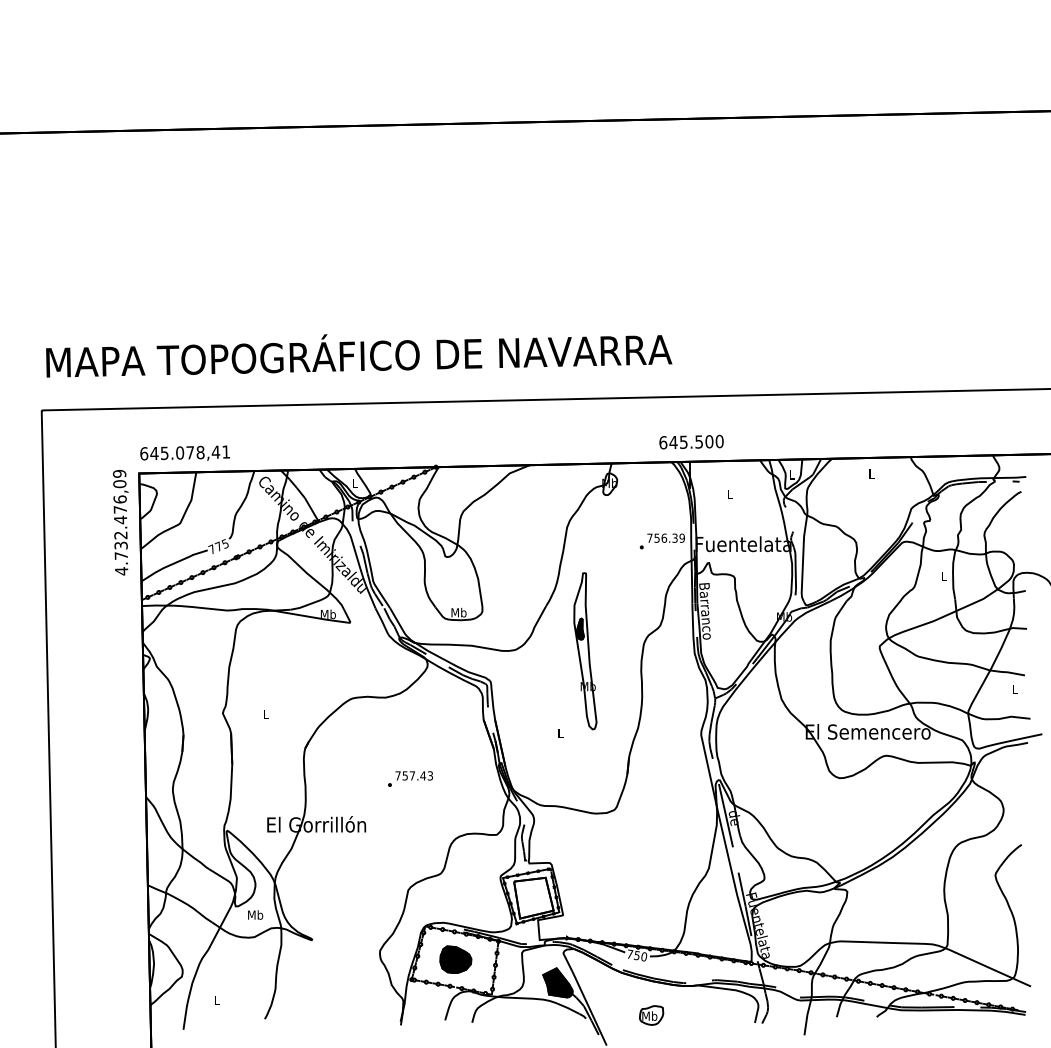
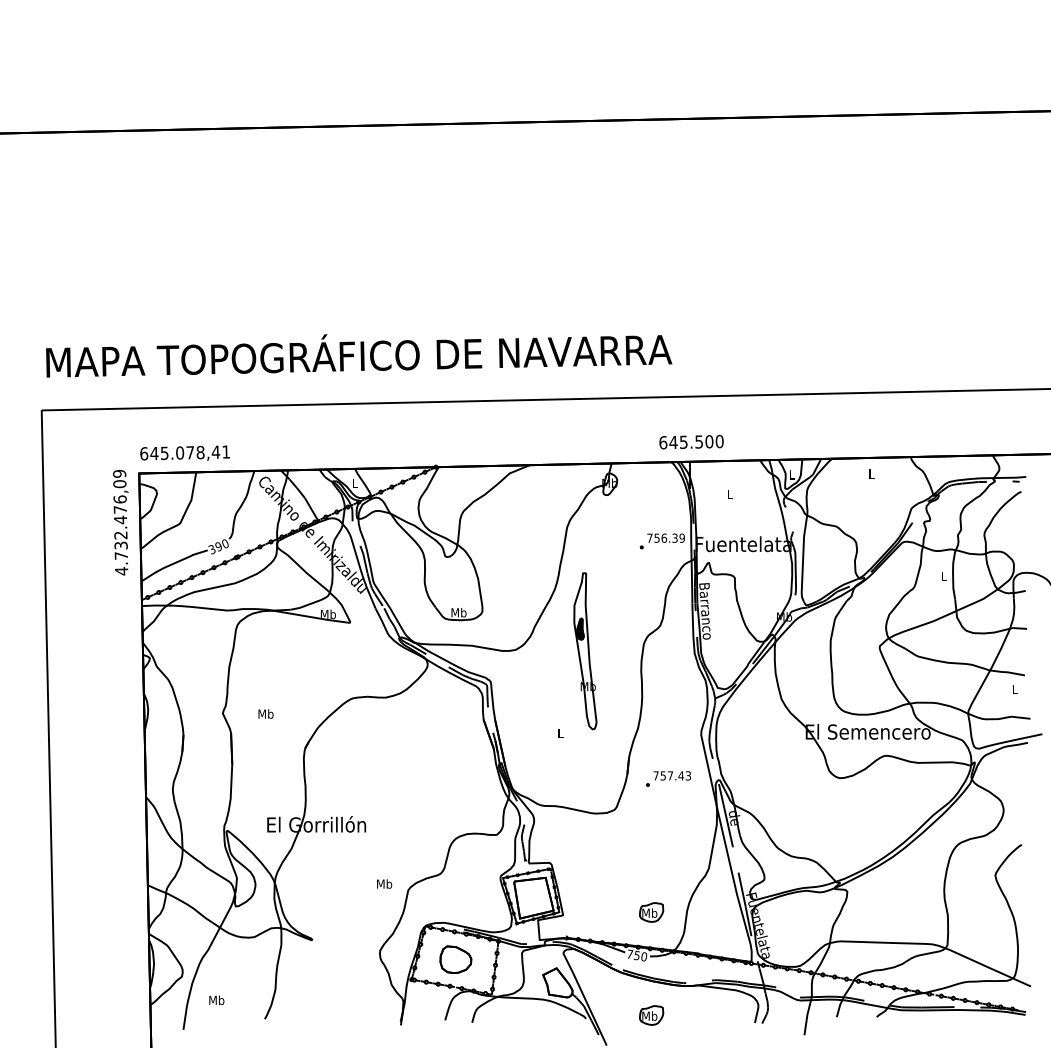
text at (218, 546): 775 -> 390
text at (265, 713): L -> Mb
text at (410, 778) position: (410, 778) -> (668, 778)
part at (651, 912): none -> present
text at (255, 914) position: (255, 914) -> (384, 883)
fill at (455, 959): present -> none
fill at (557, 982): present -> none
text at (216, 1000): L -> Mb
